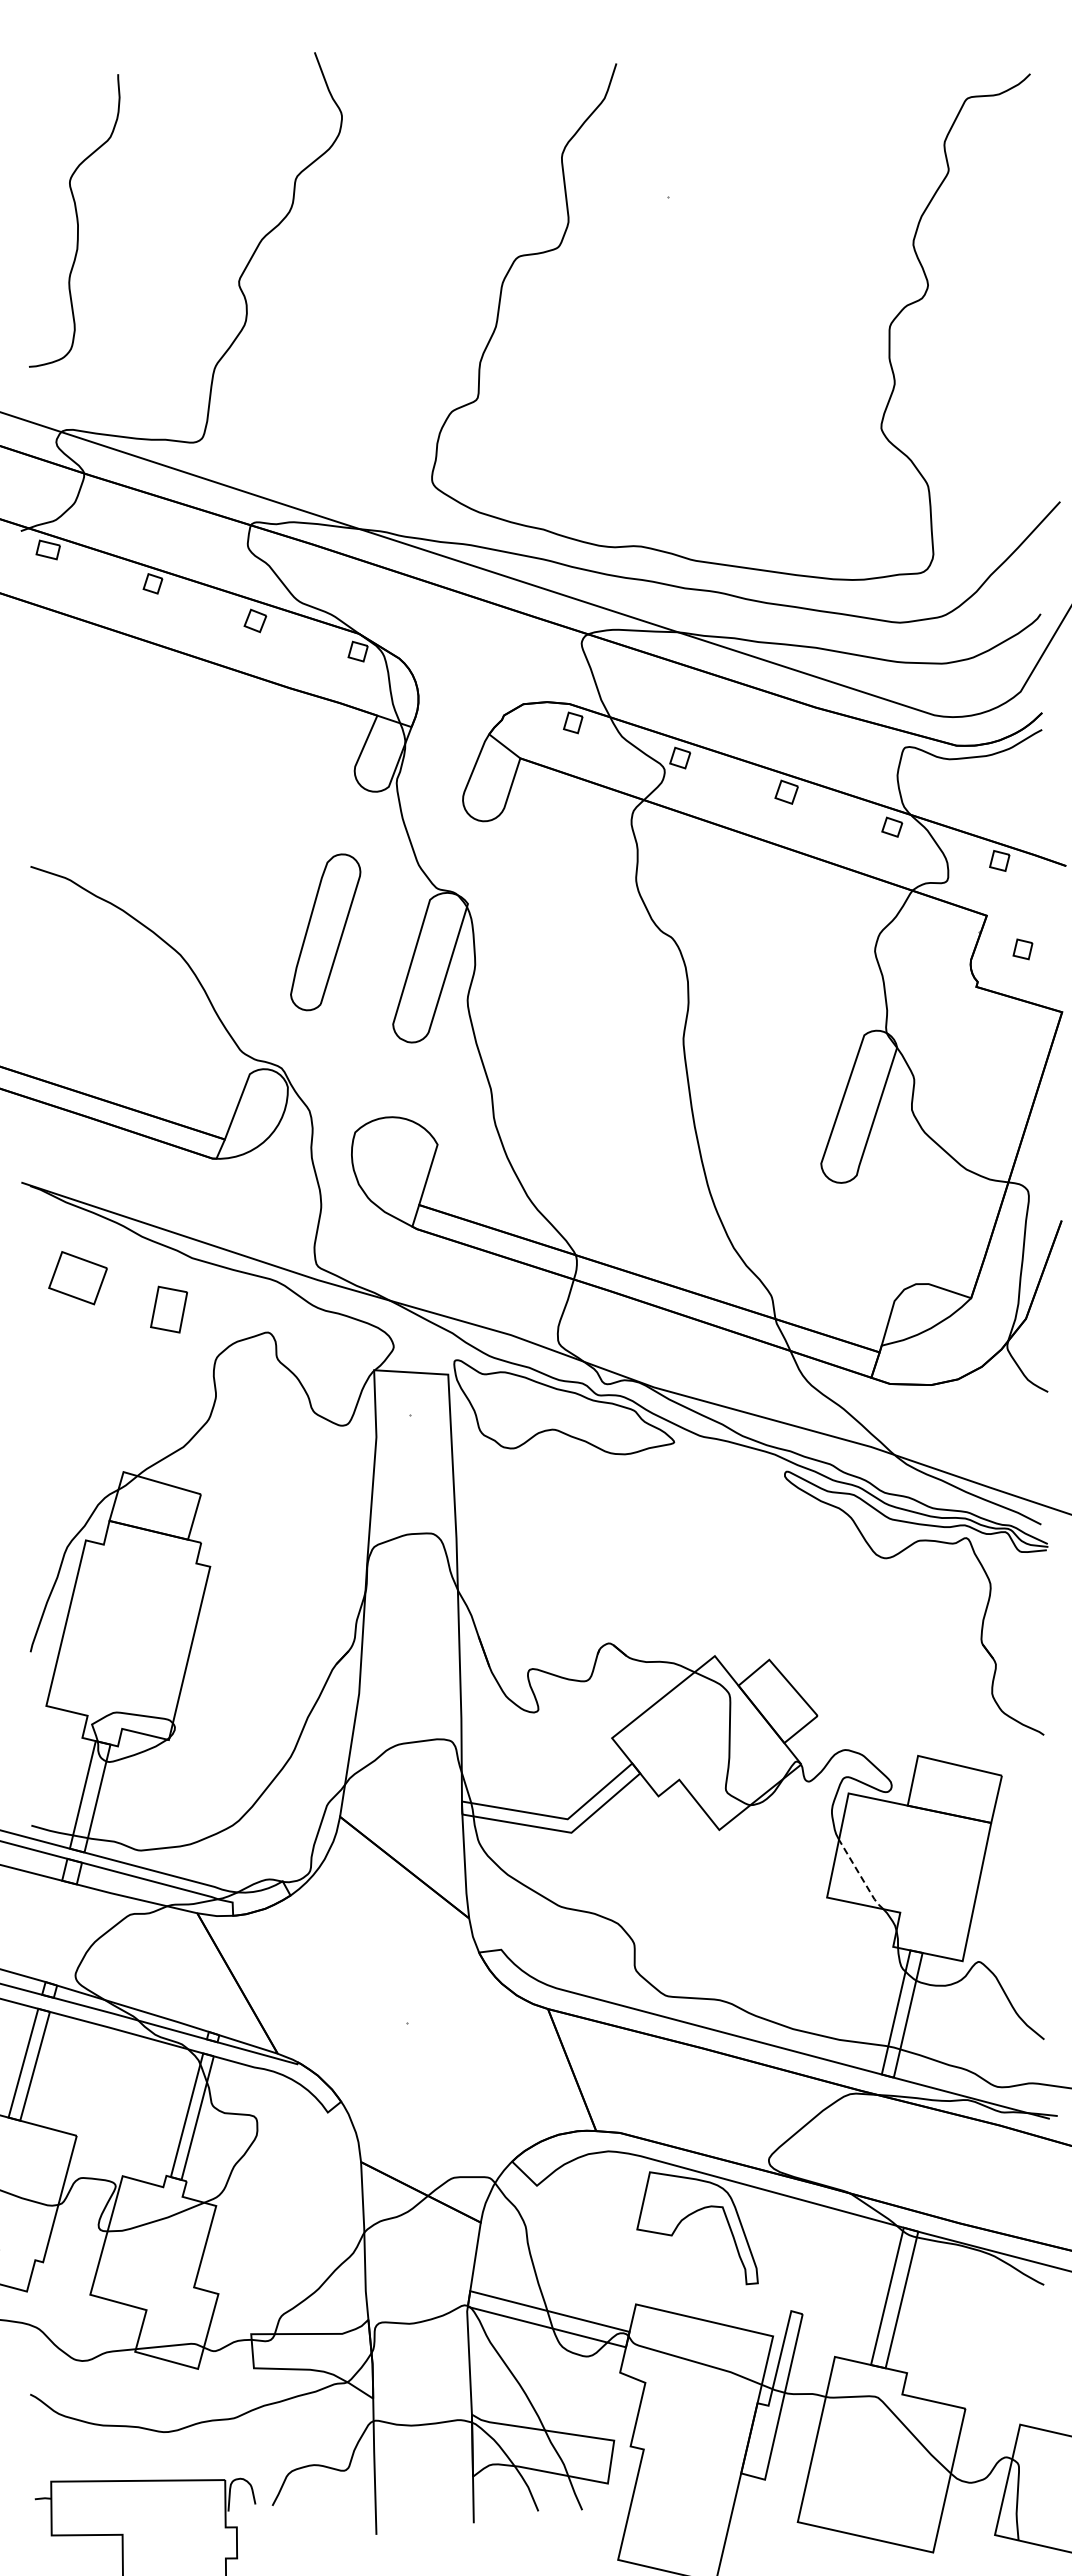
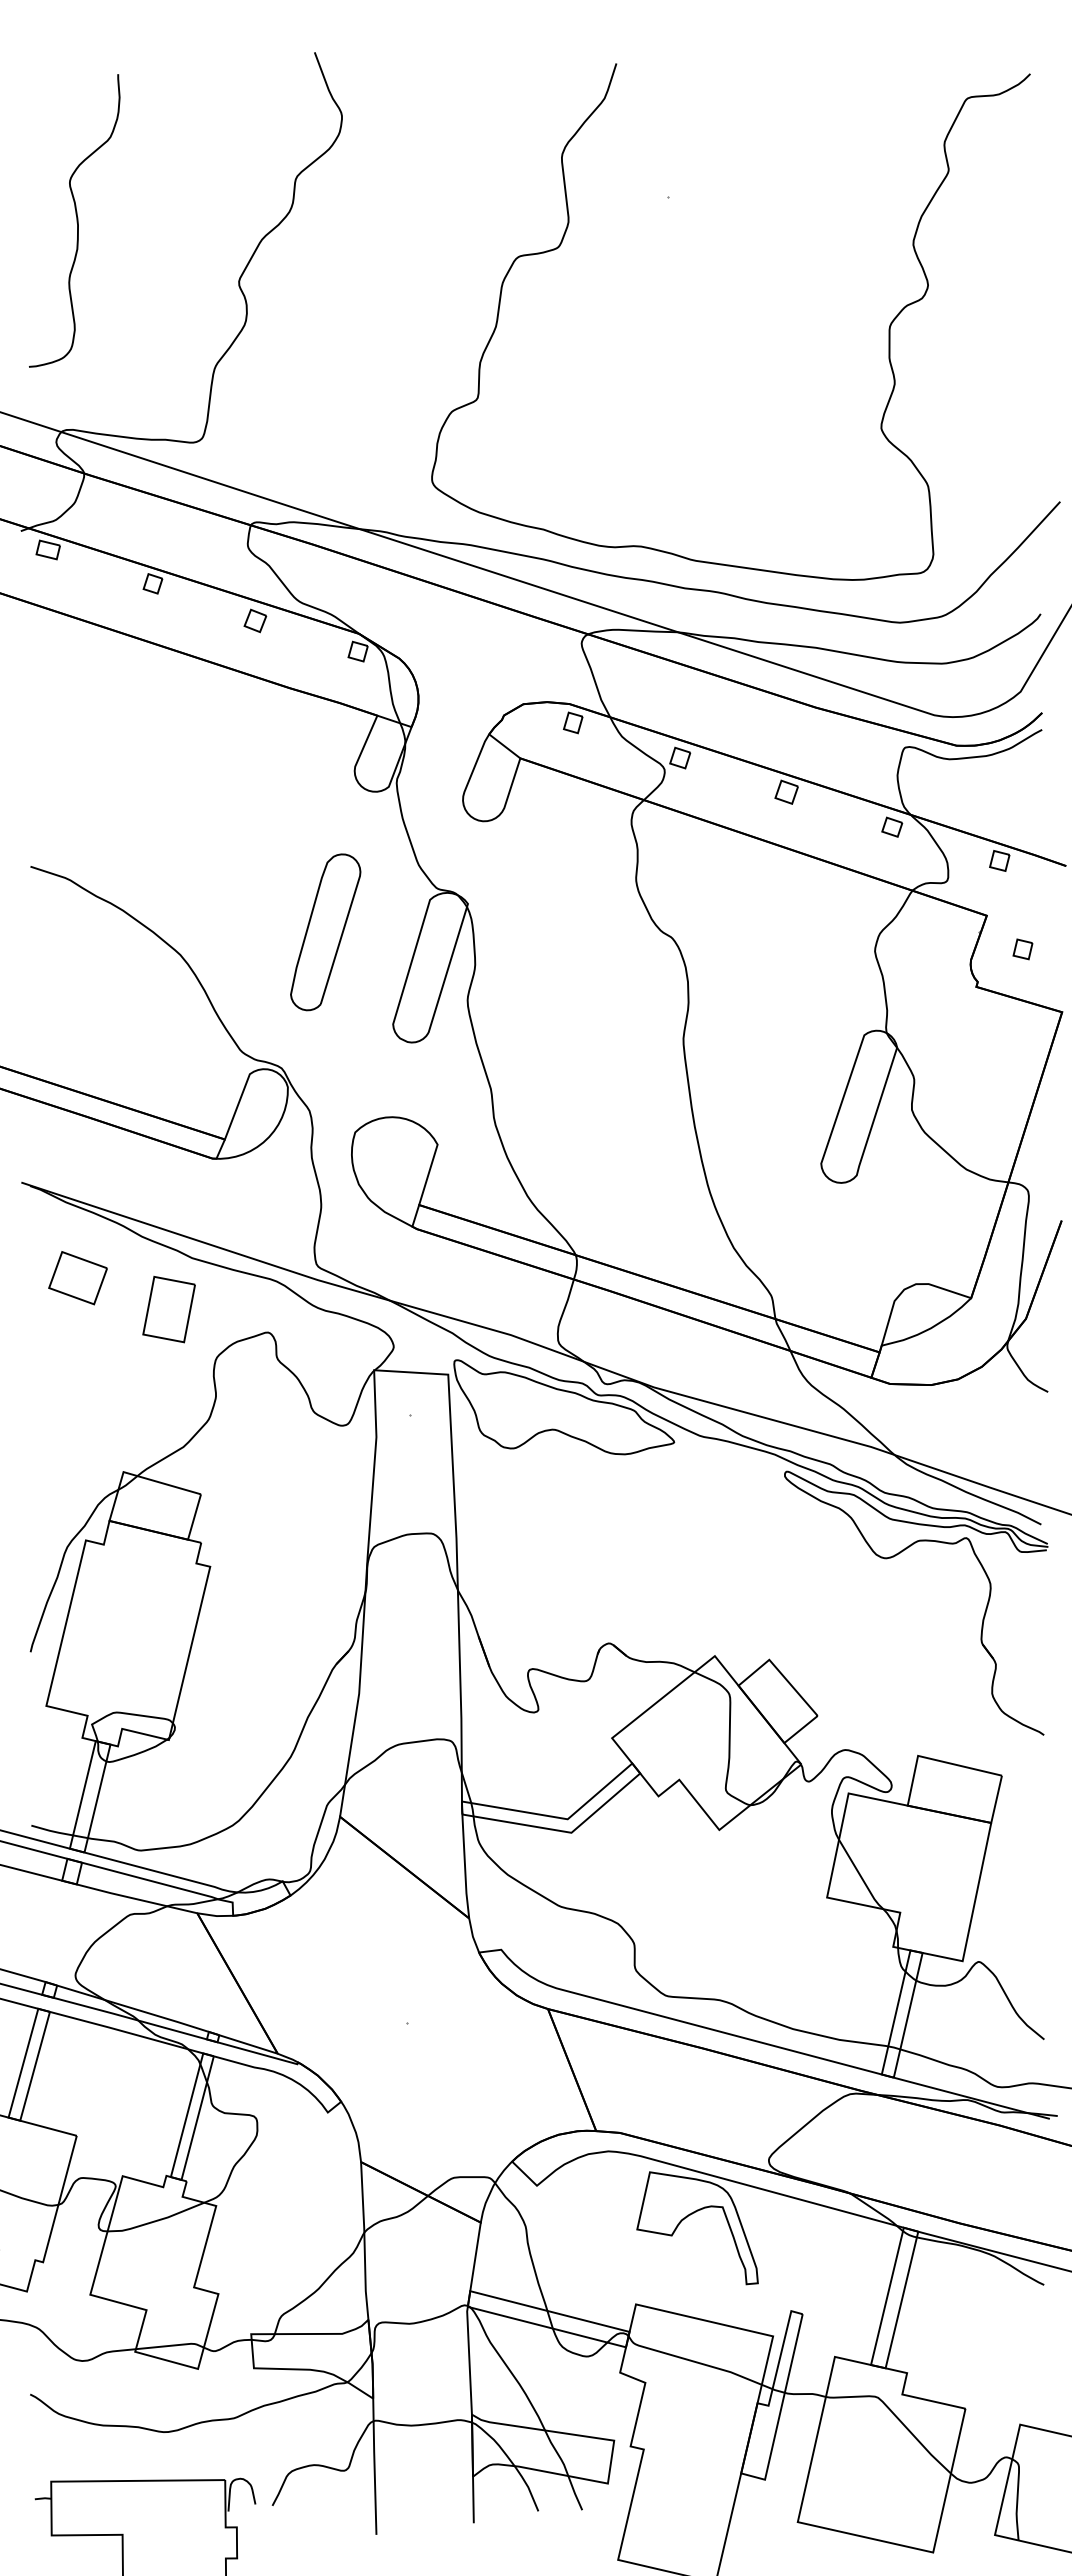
part at (168, 1309) size: 38x49 px -> 54x68 px
line at (860, 1876): dashed -> solid
